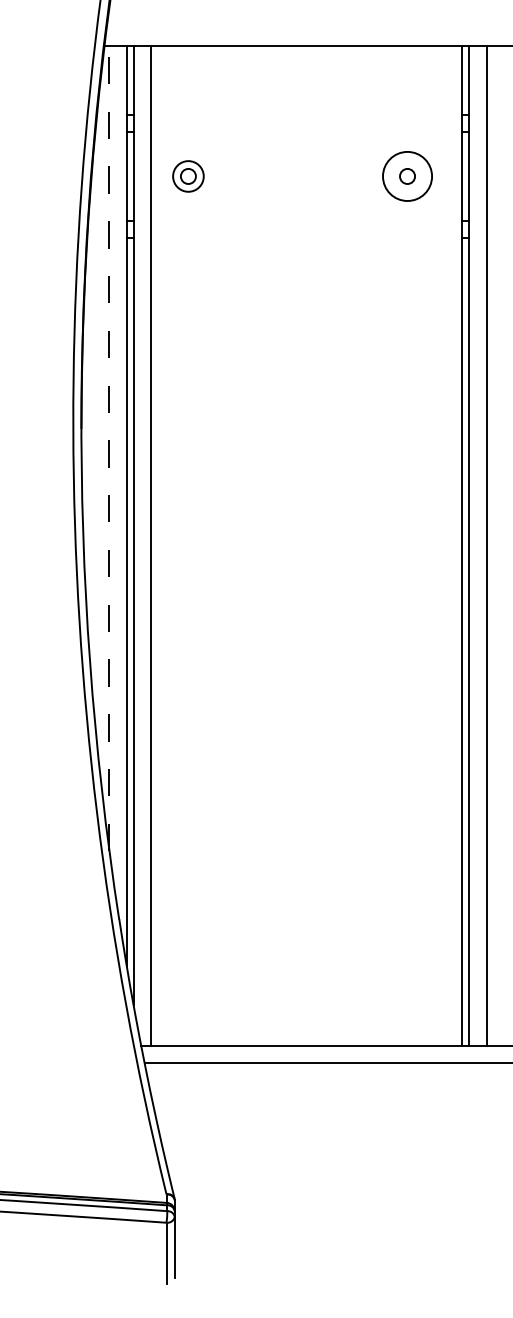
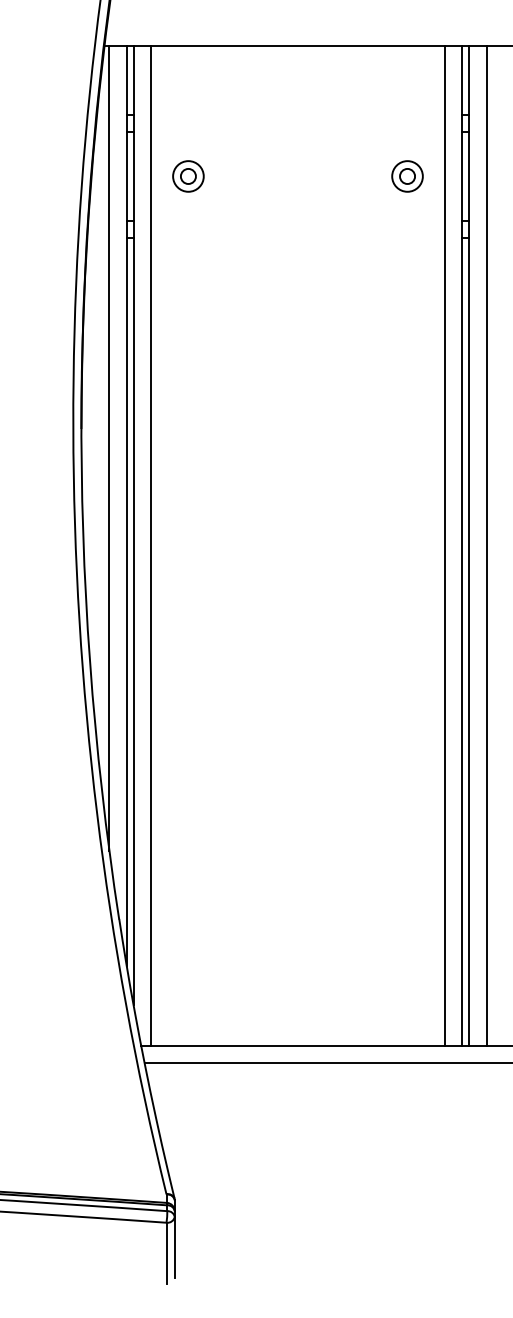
circle at (407, 176) diameter: 49 px -> 31 px
line at (109, 448): dashed -> solid
line at (444, 545): none -> present
